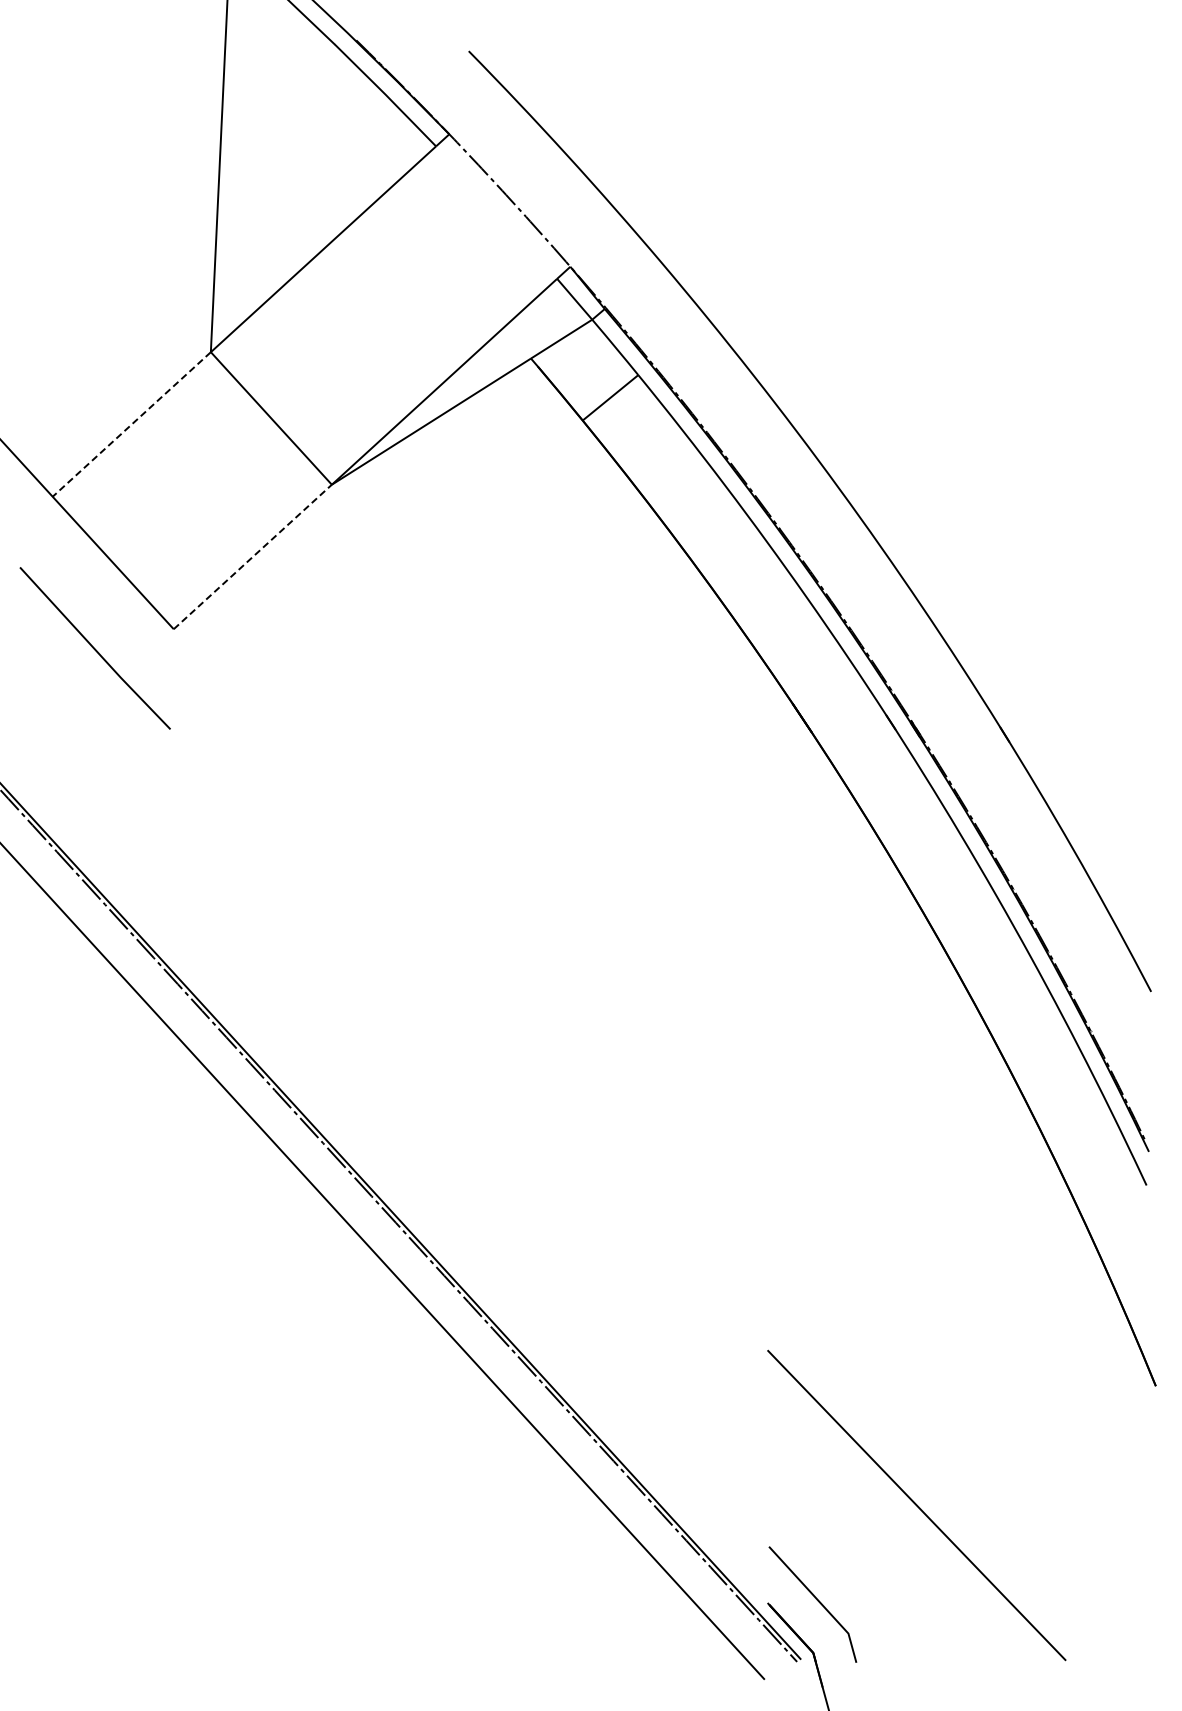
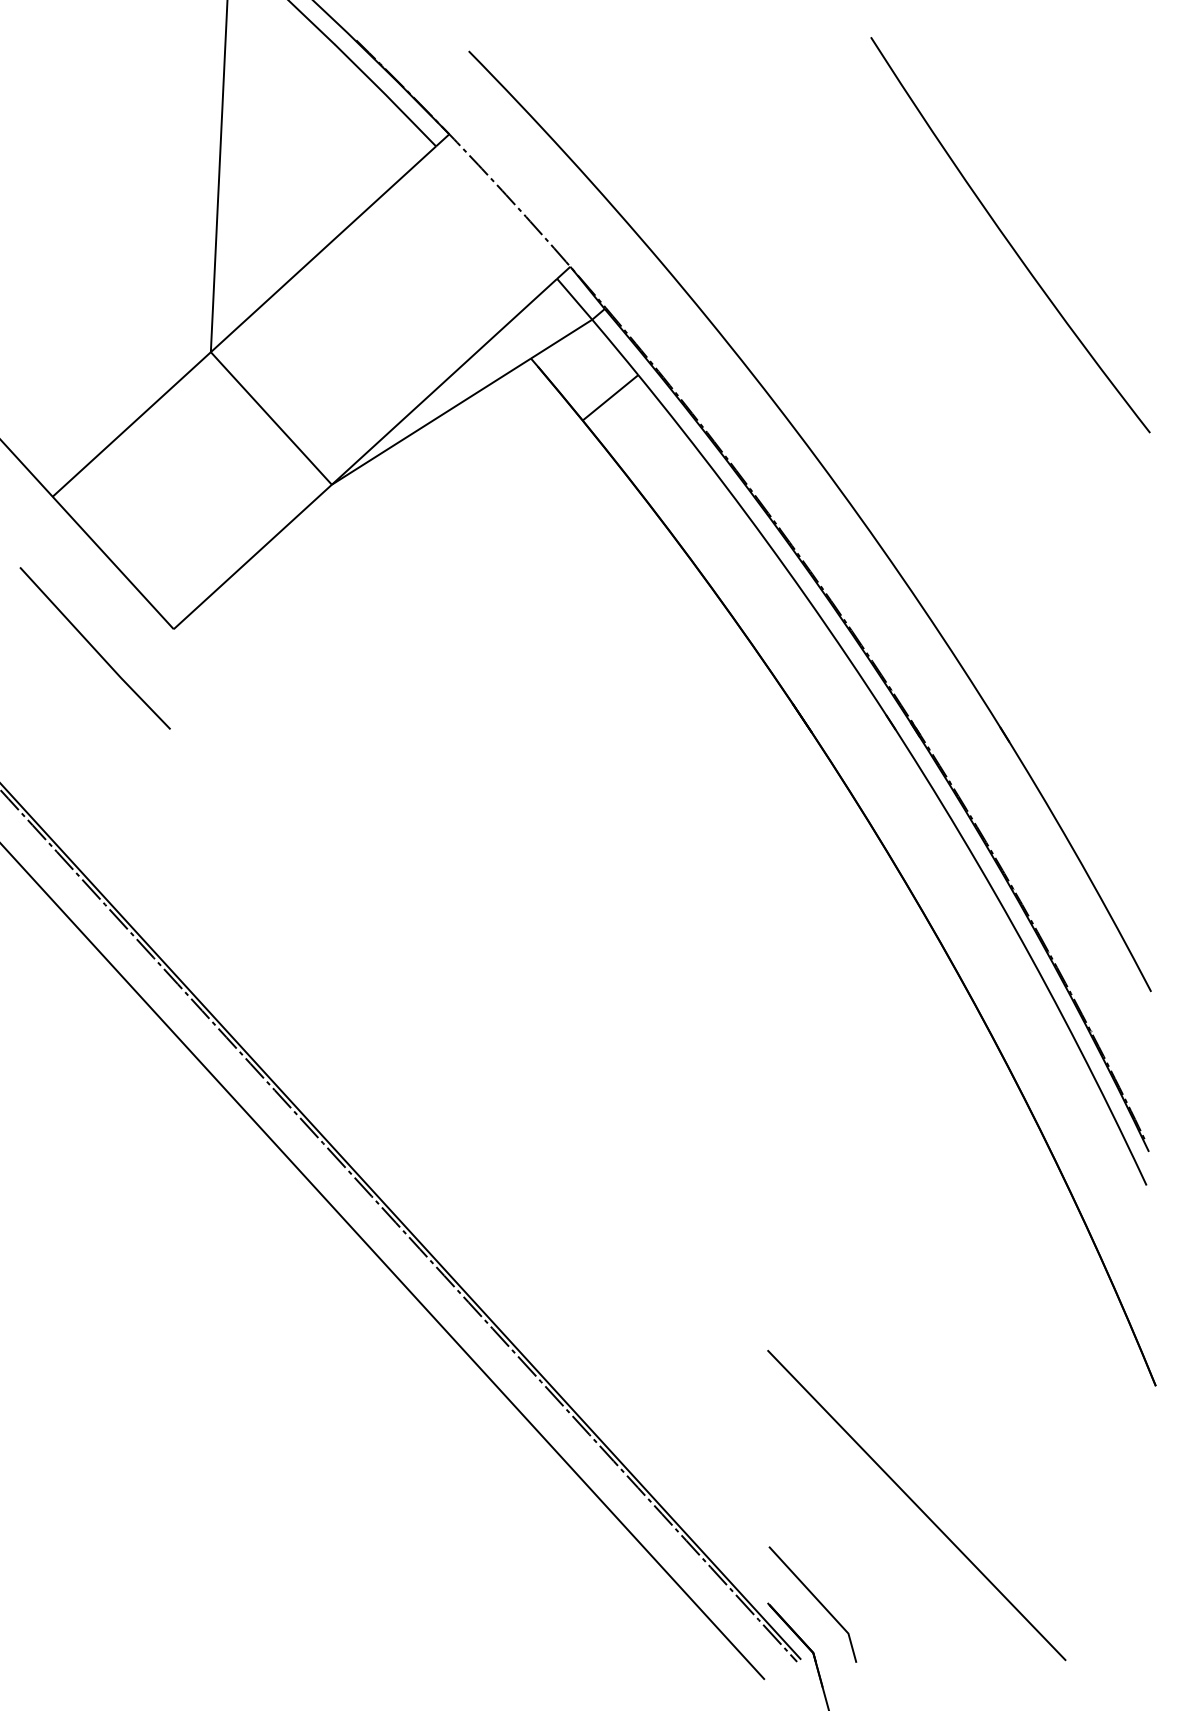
curve at (1007, 238): none -> present
line at (131, 424): dashed -> solid
line at (253, 556): dashed -> solid
